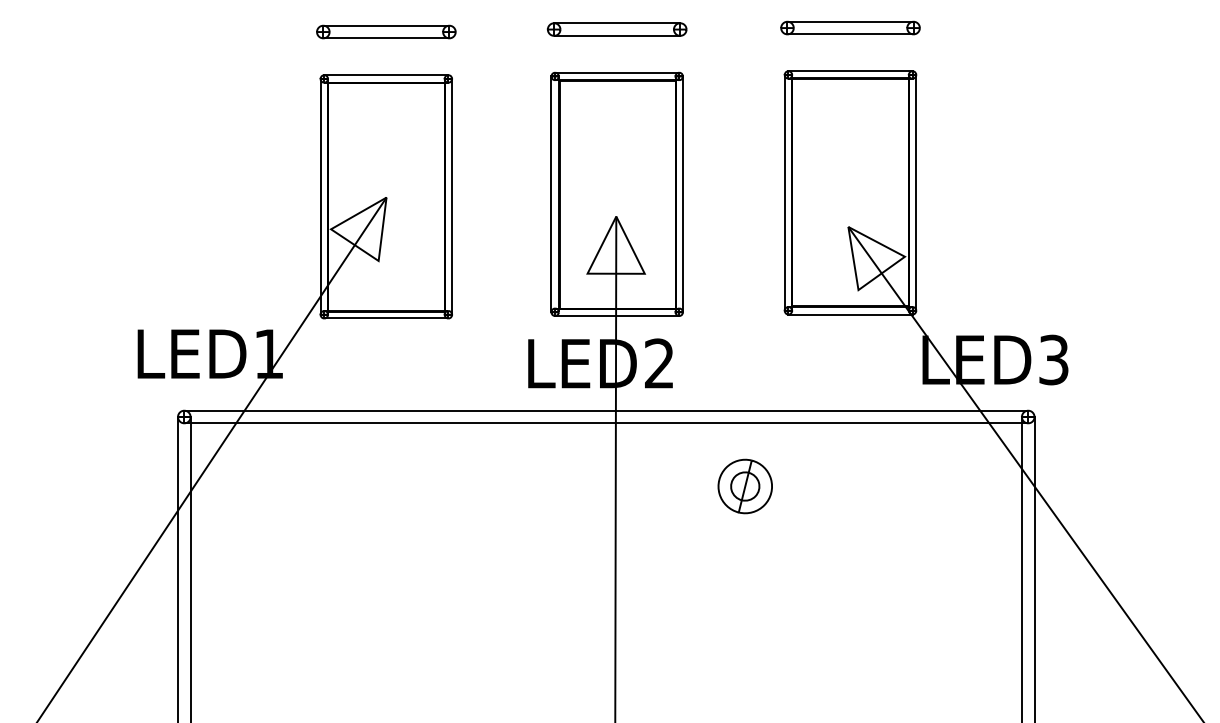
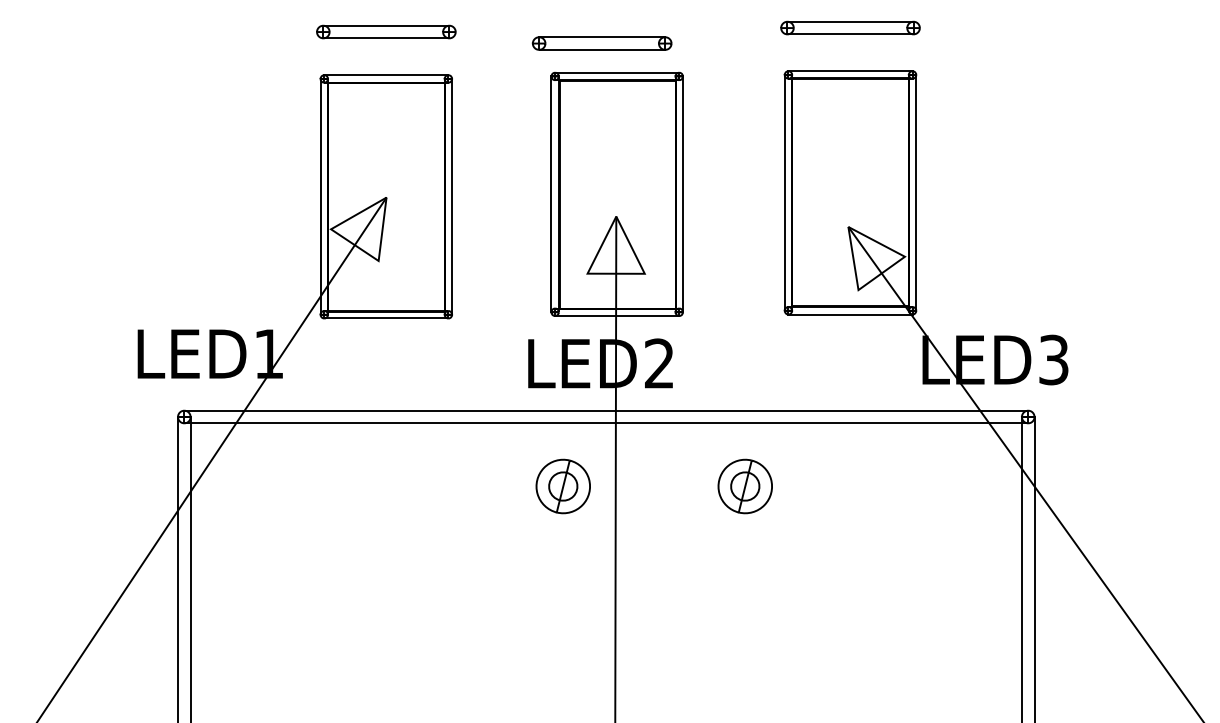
part at (616, 29) position: (616, 29) -> (601, 43)
part at (562, 486): none -> present
